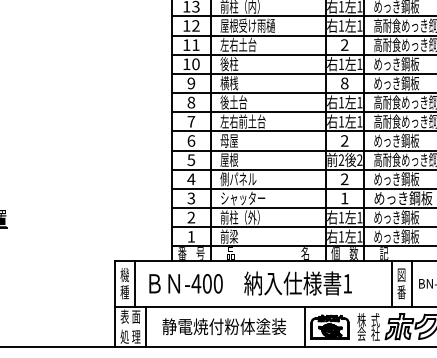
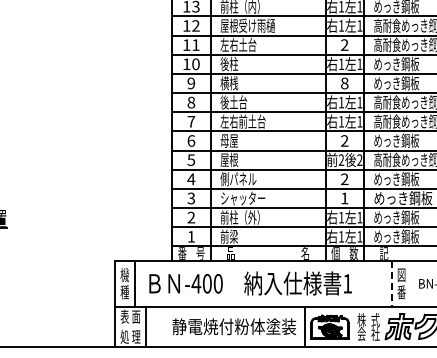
line at (411, 283): present -> none
line at (391, 284): solid -> dashed
text at (224, 326) position: (224, 326) -> (234, 326)
